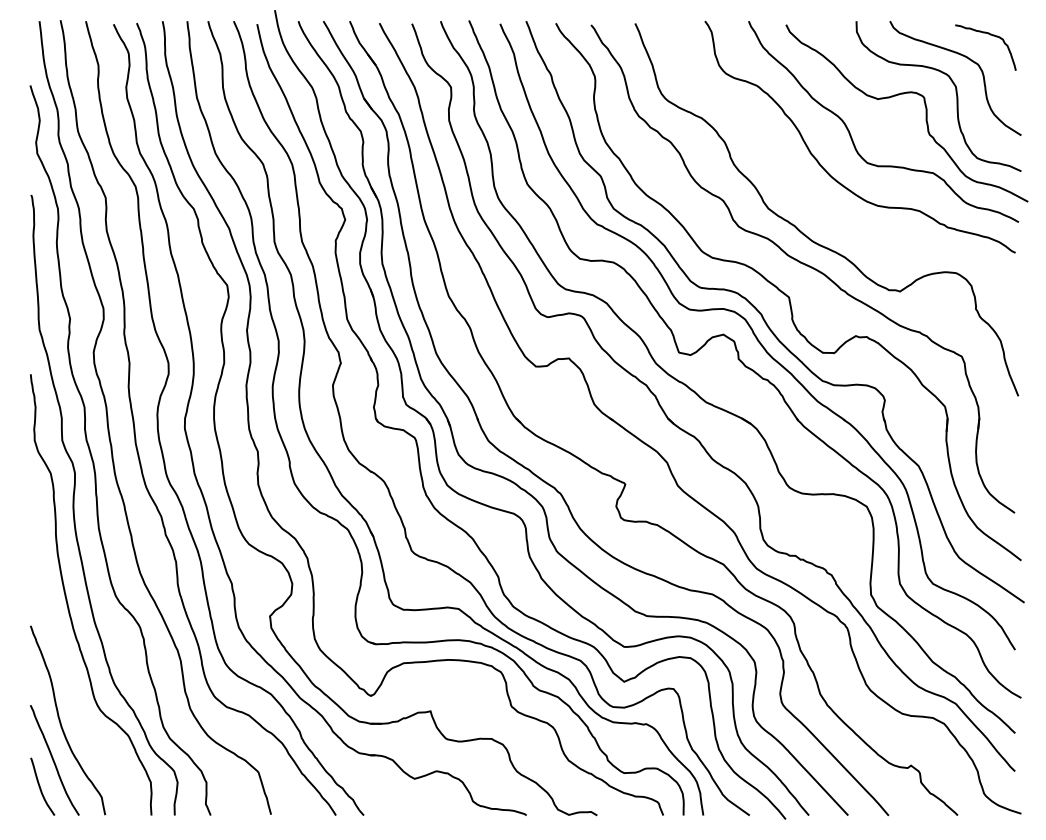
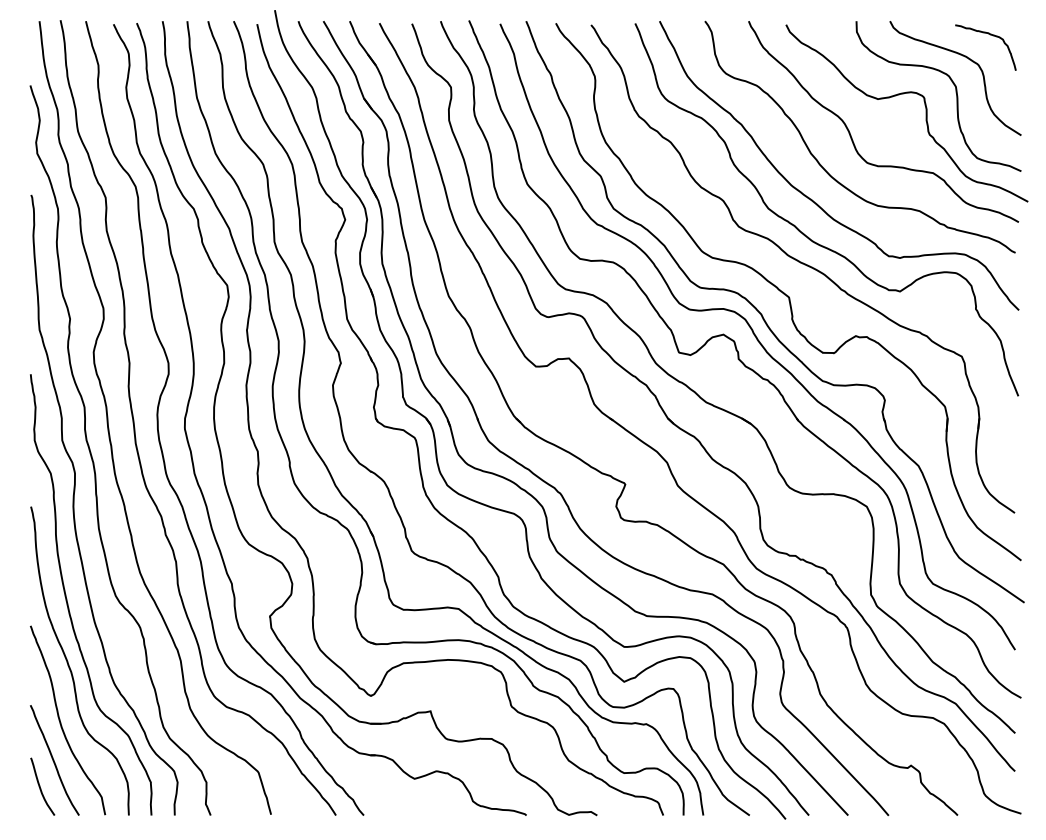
curve at (811, 198): none -> present
curve at (69, 664): none -> present
